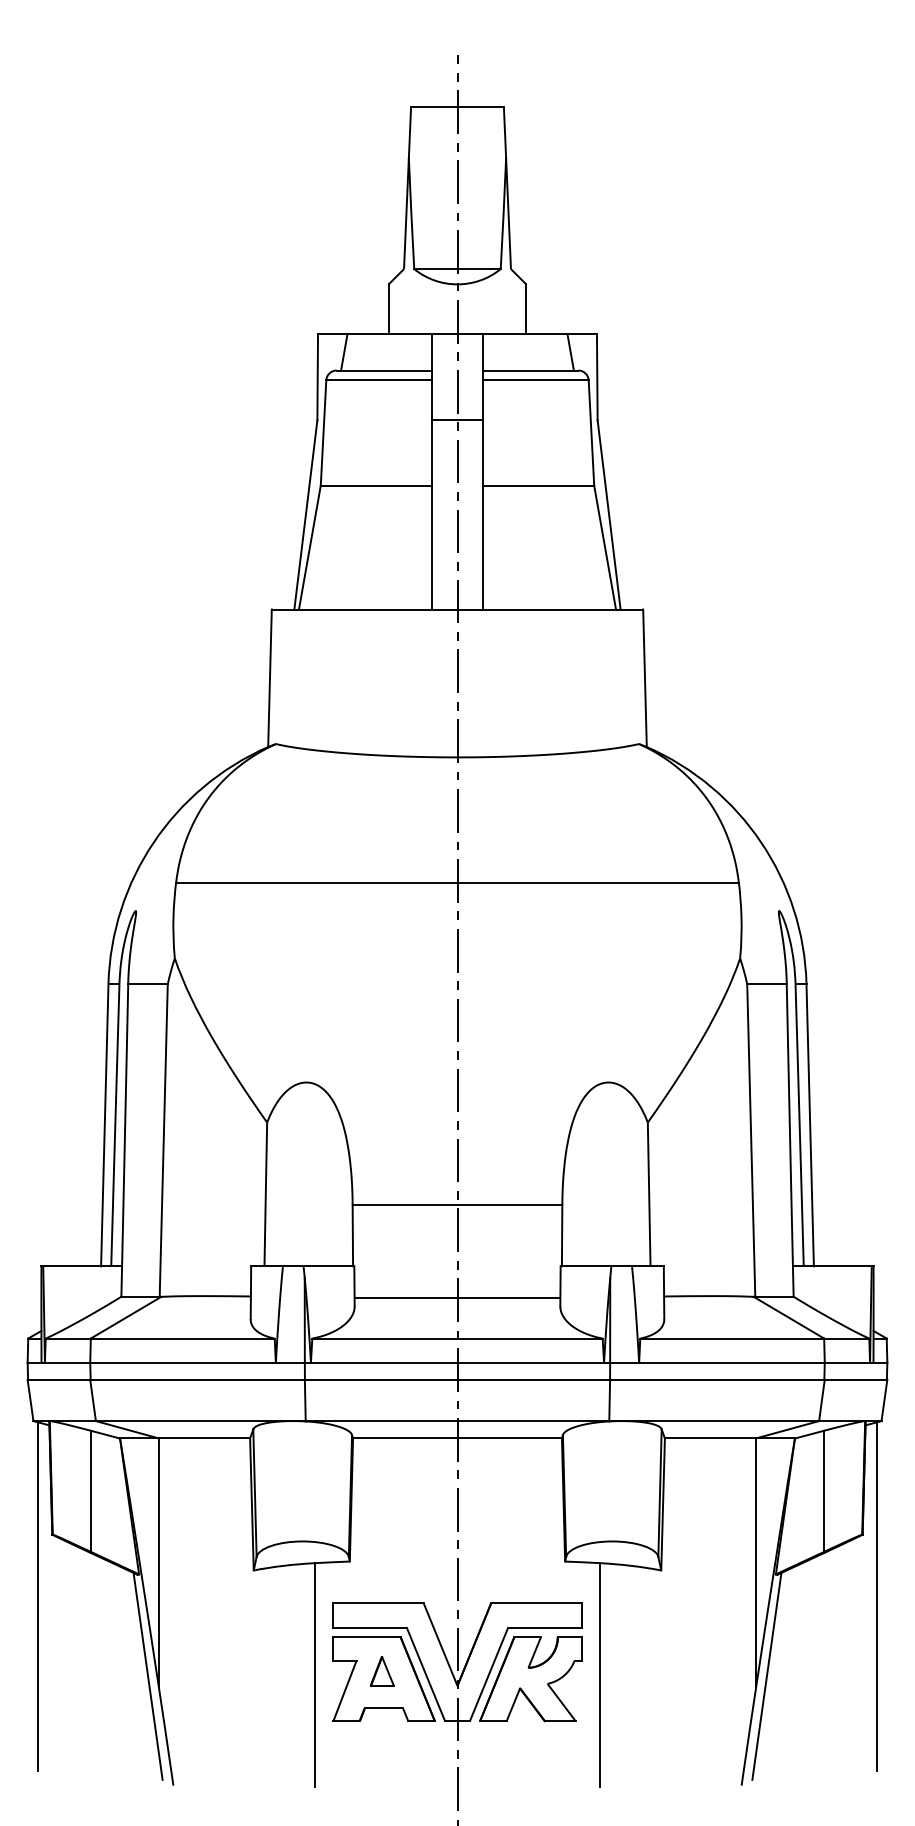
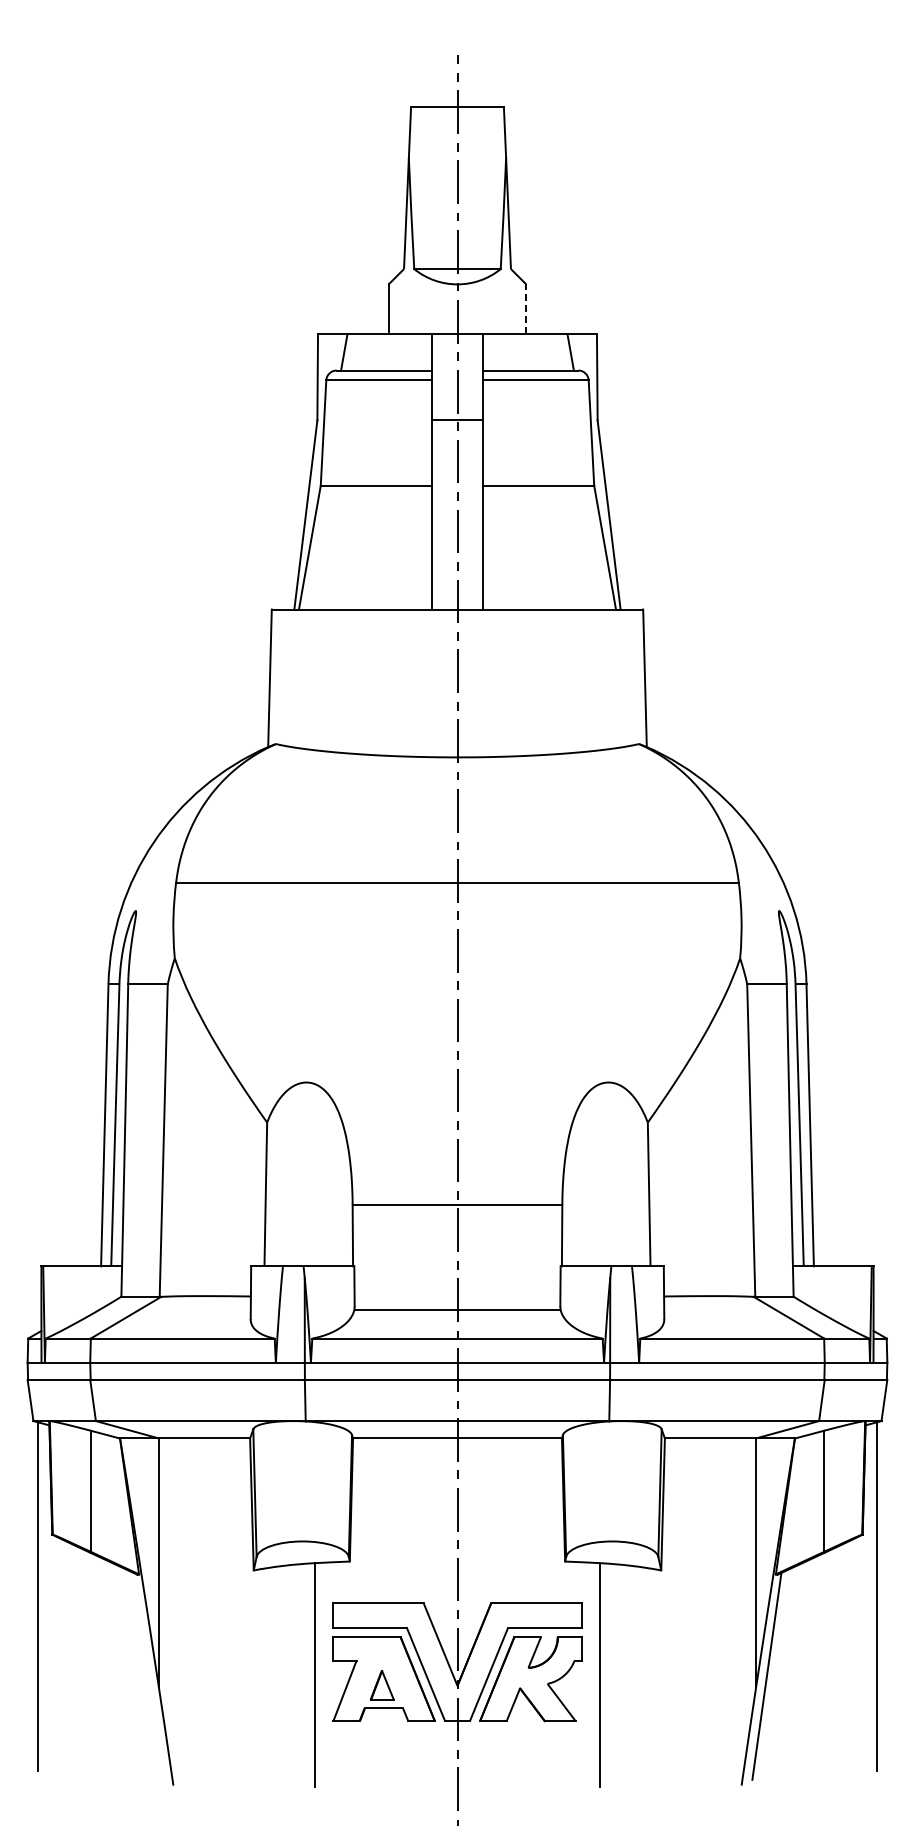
line at (526, 308): solid -> dashed
line at (457, 1297) position: (457, 1297) -> (457, 1309)
part at (382, 1671) position: (382, 1671) -> (382, 1685)
line at (147, 1675): present -> none
